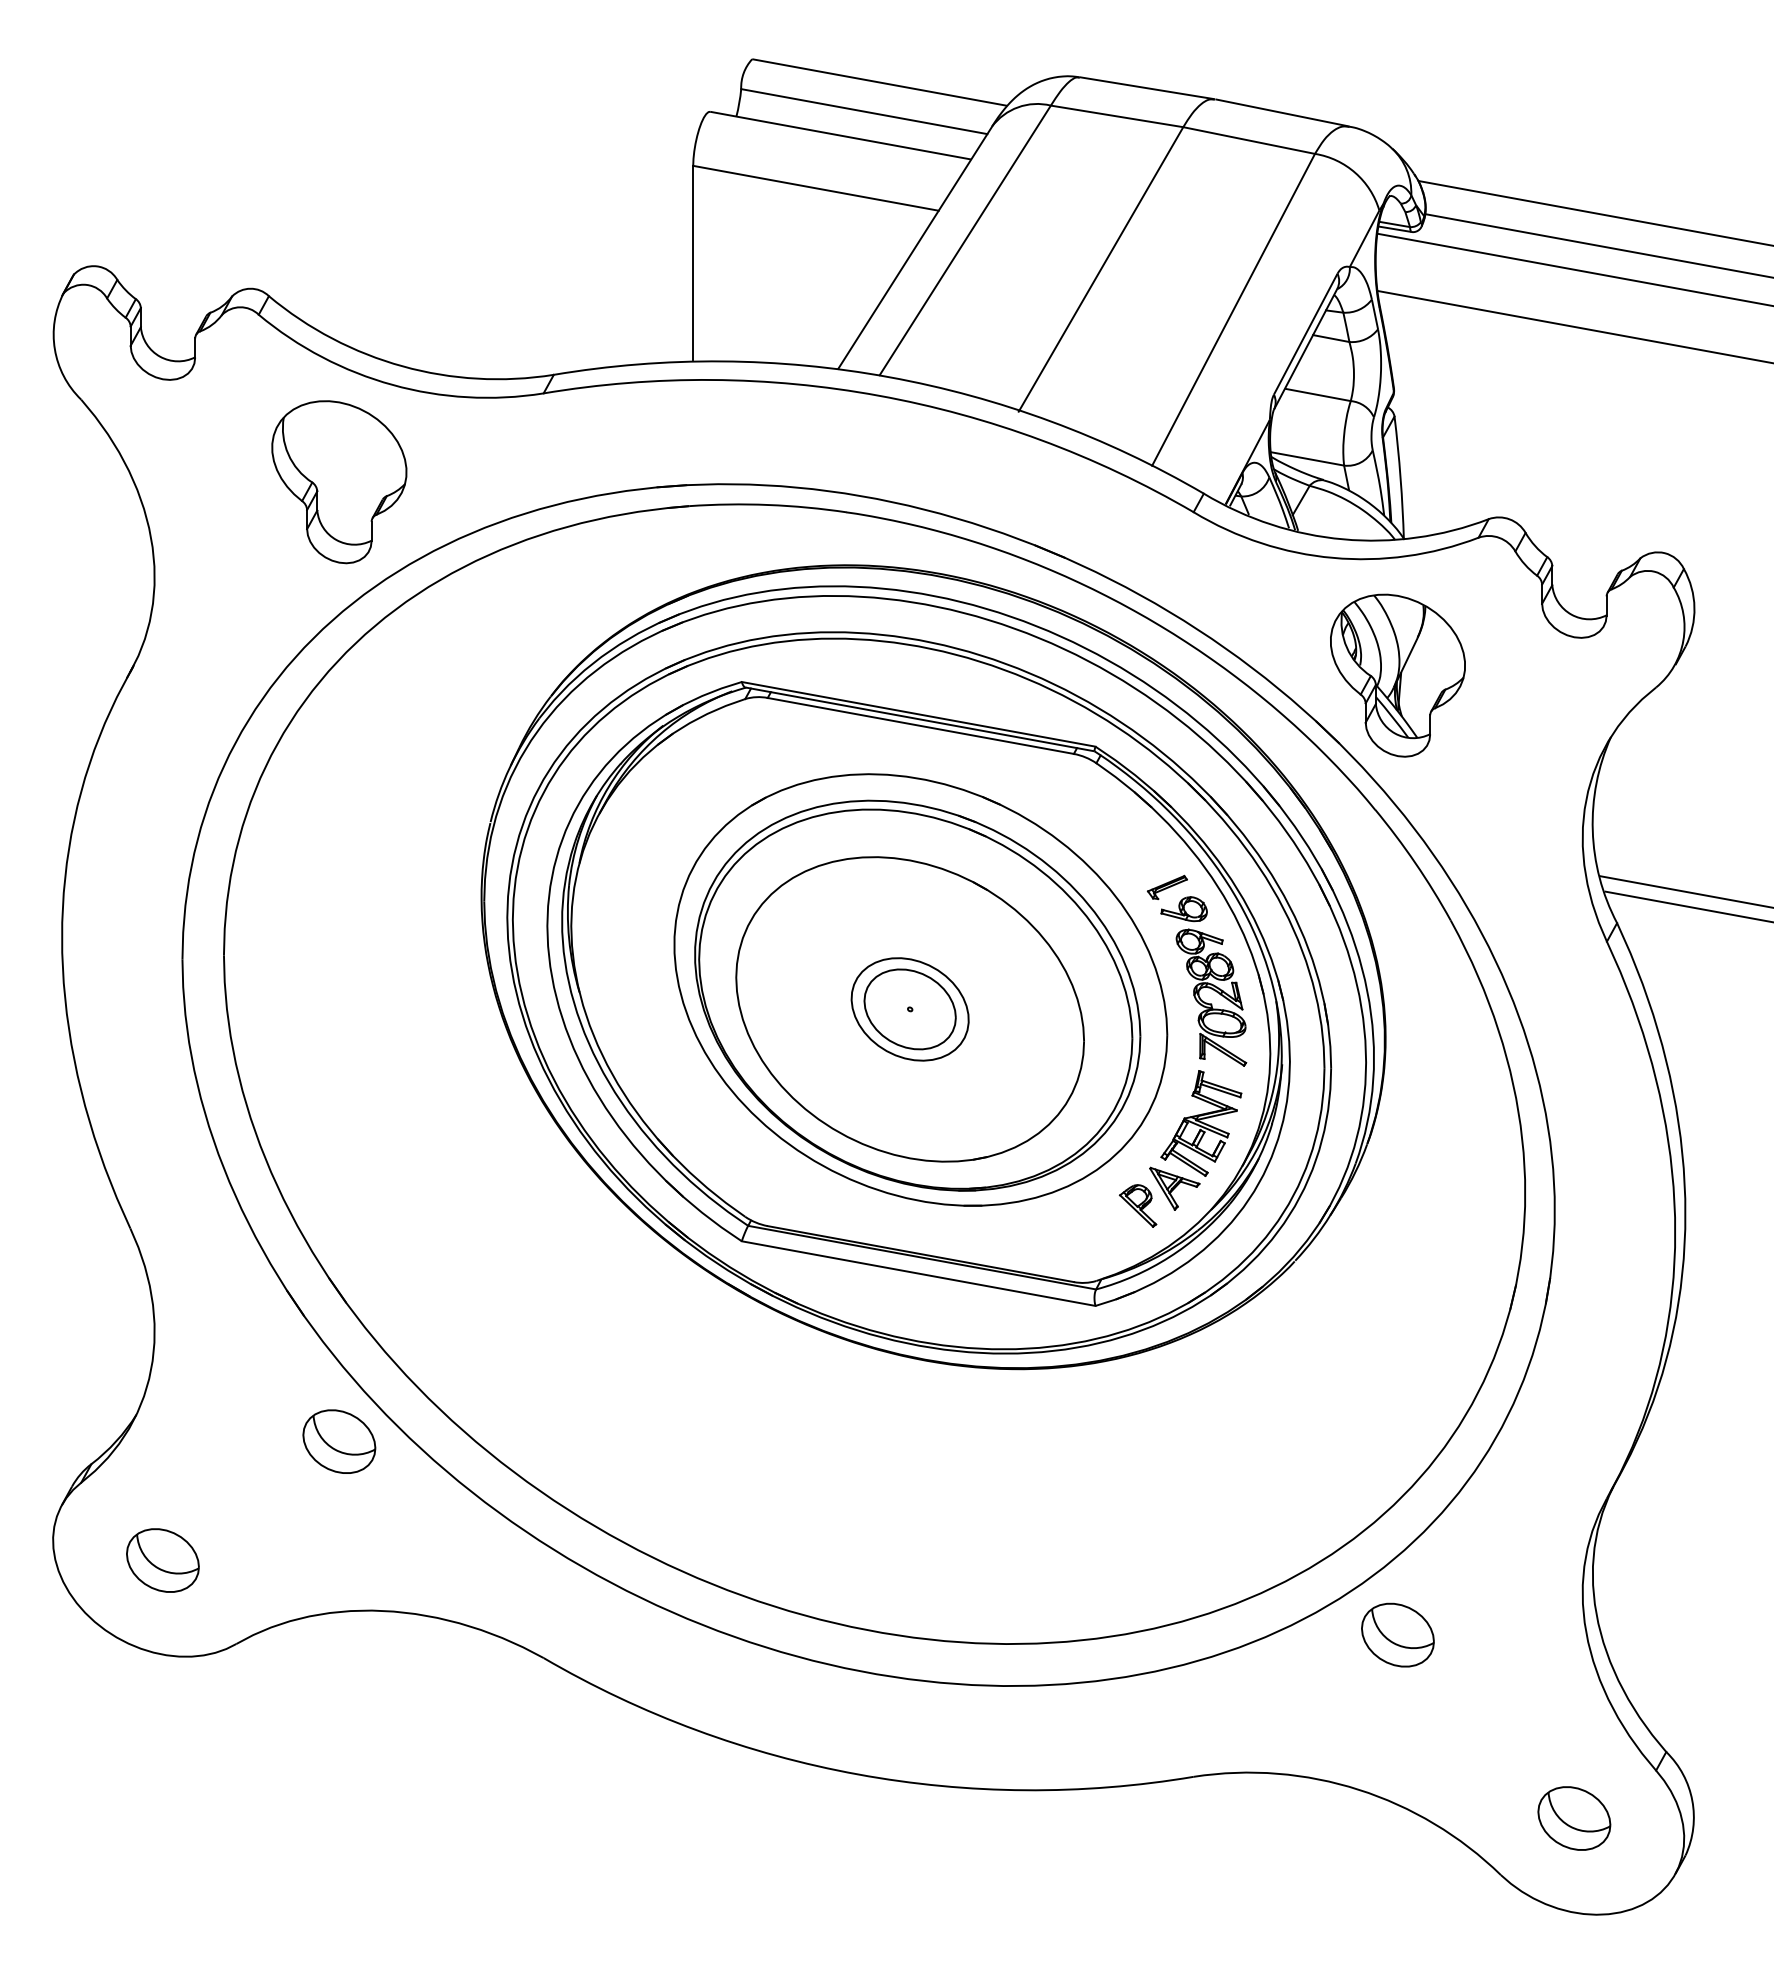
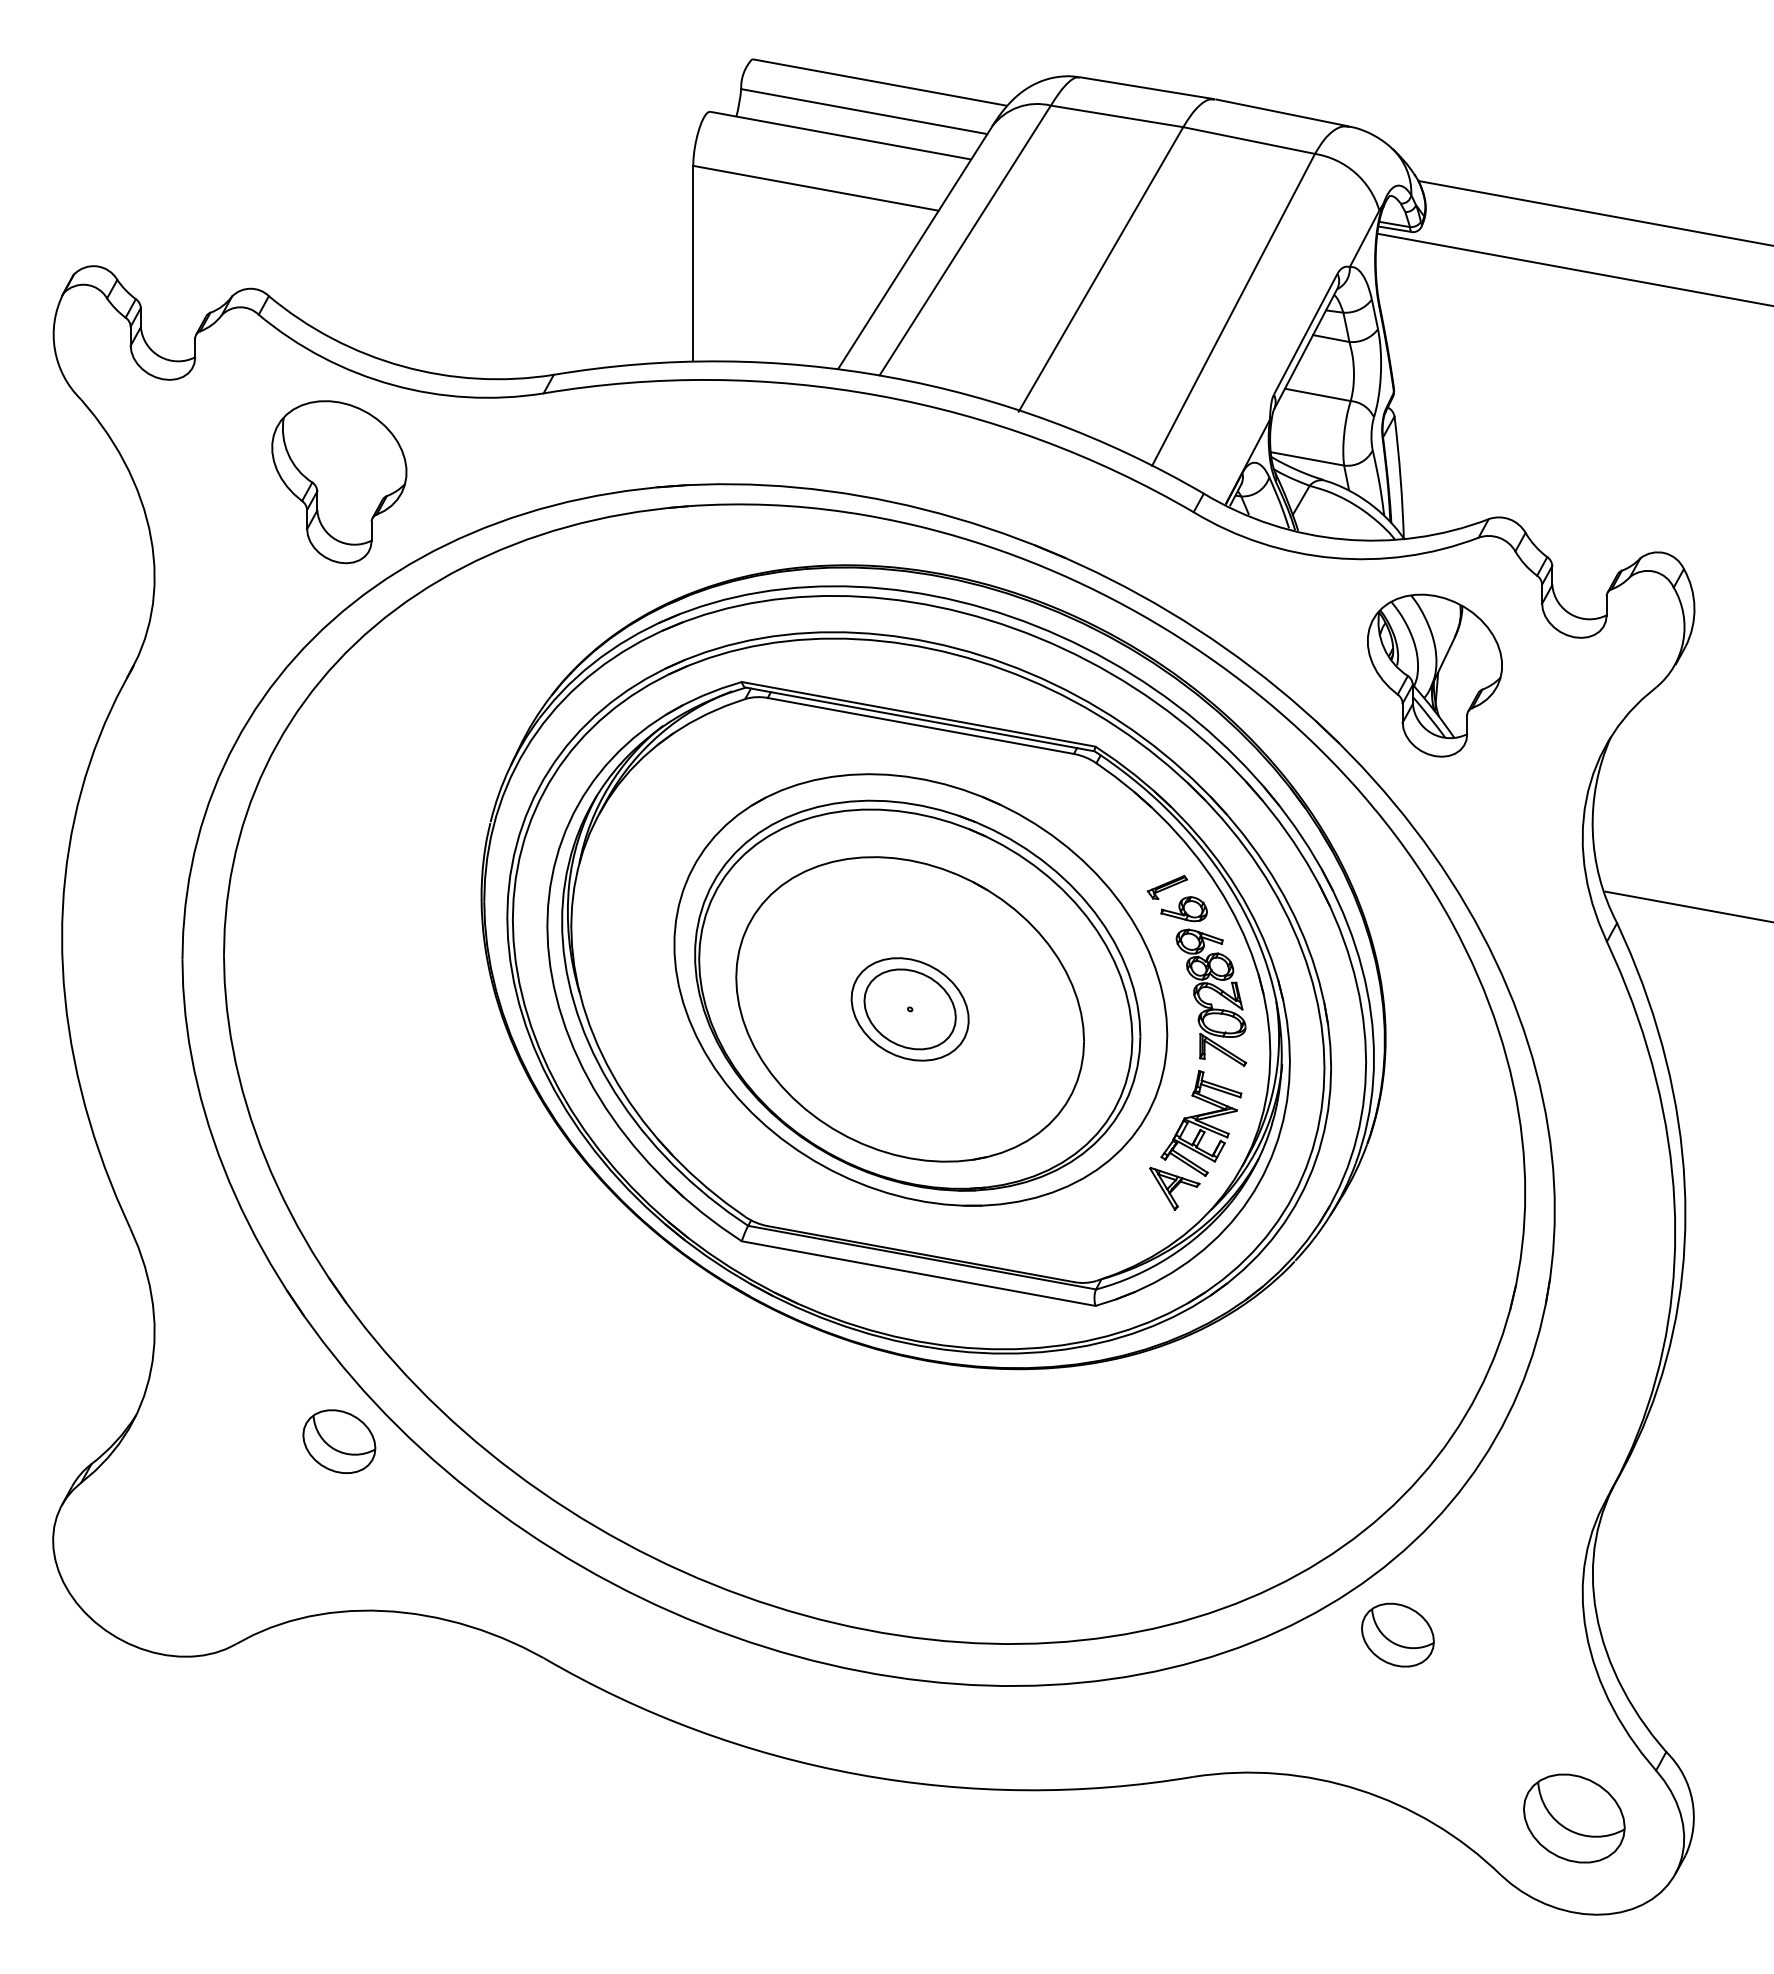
line at (1597, 245): present -> none
line at (1573, 326): present -> none
part at (1397, 675) position: (1397, 675) -> (1434, 675)
line at (1685, 891): present -> none
part at (1137, 1205): present -> none
part at (162, 1560): present -> none
part at (1574, 1818) size: 75x65 px -> 103x91 px
